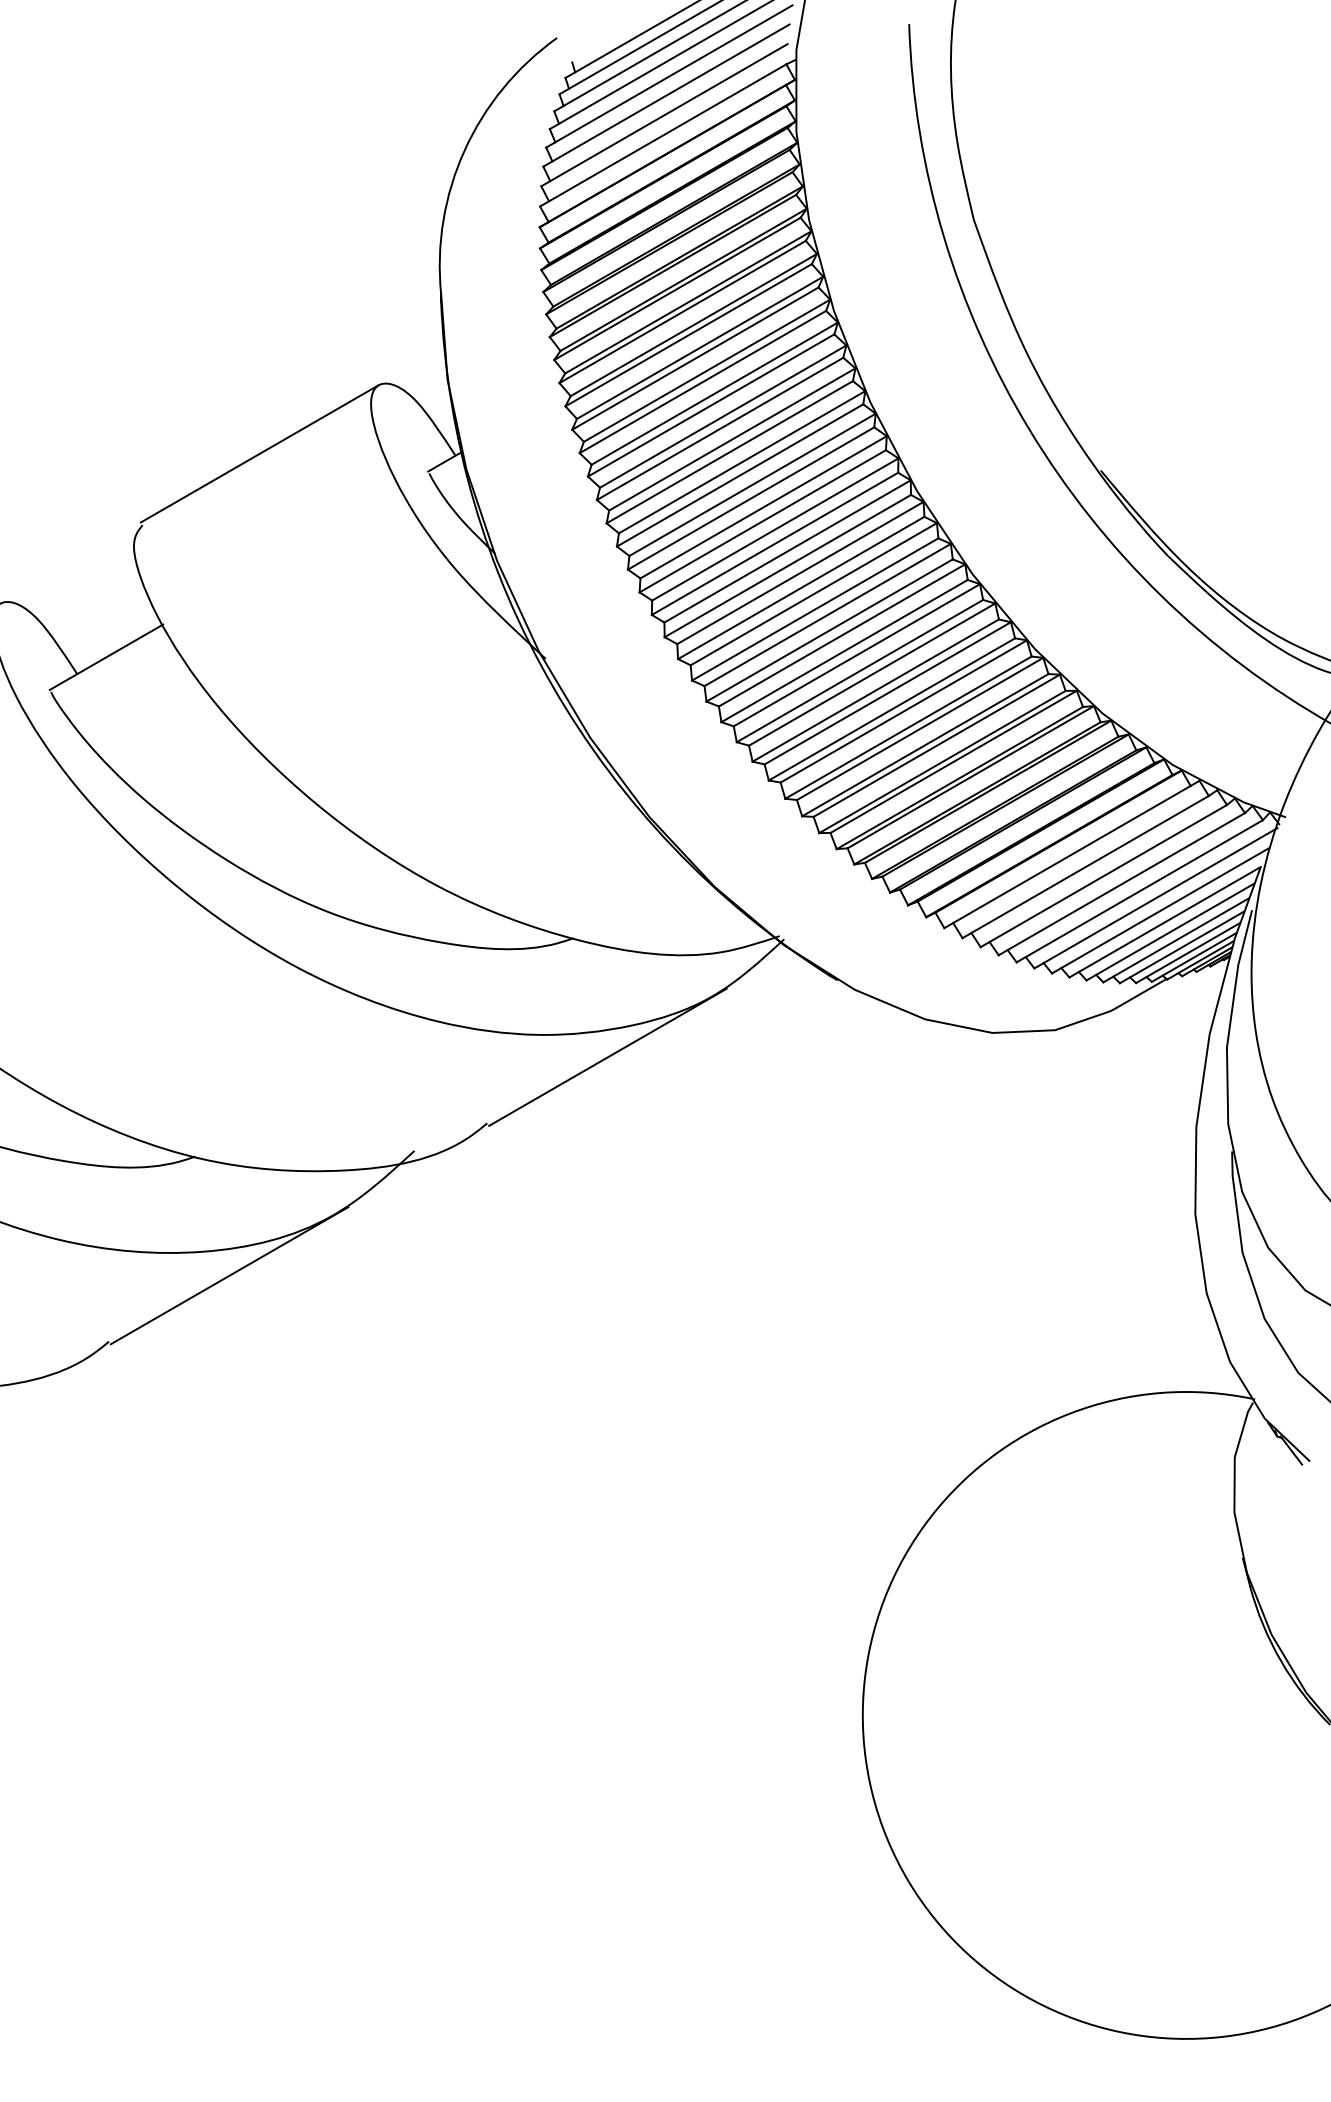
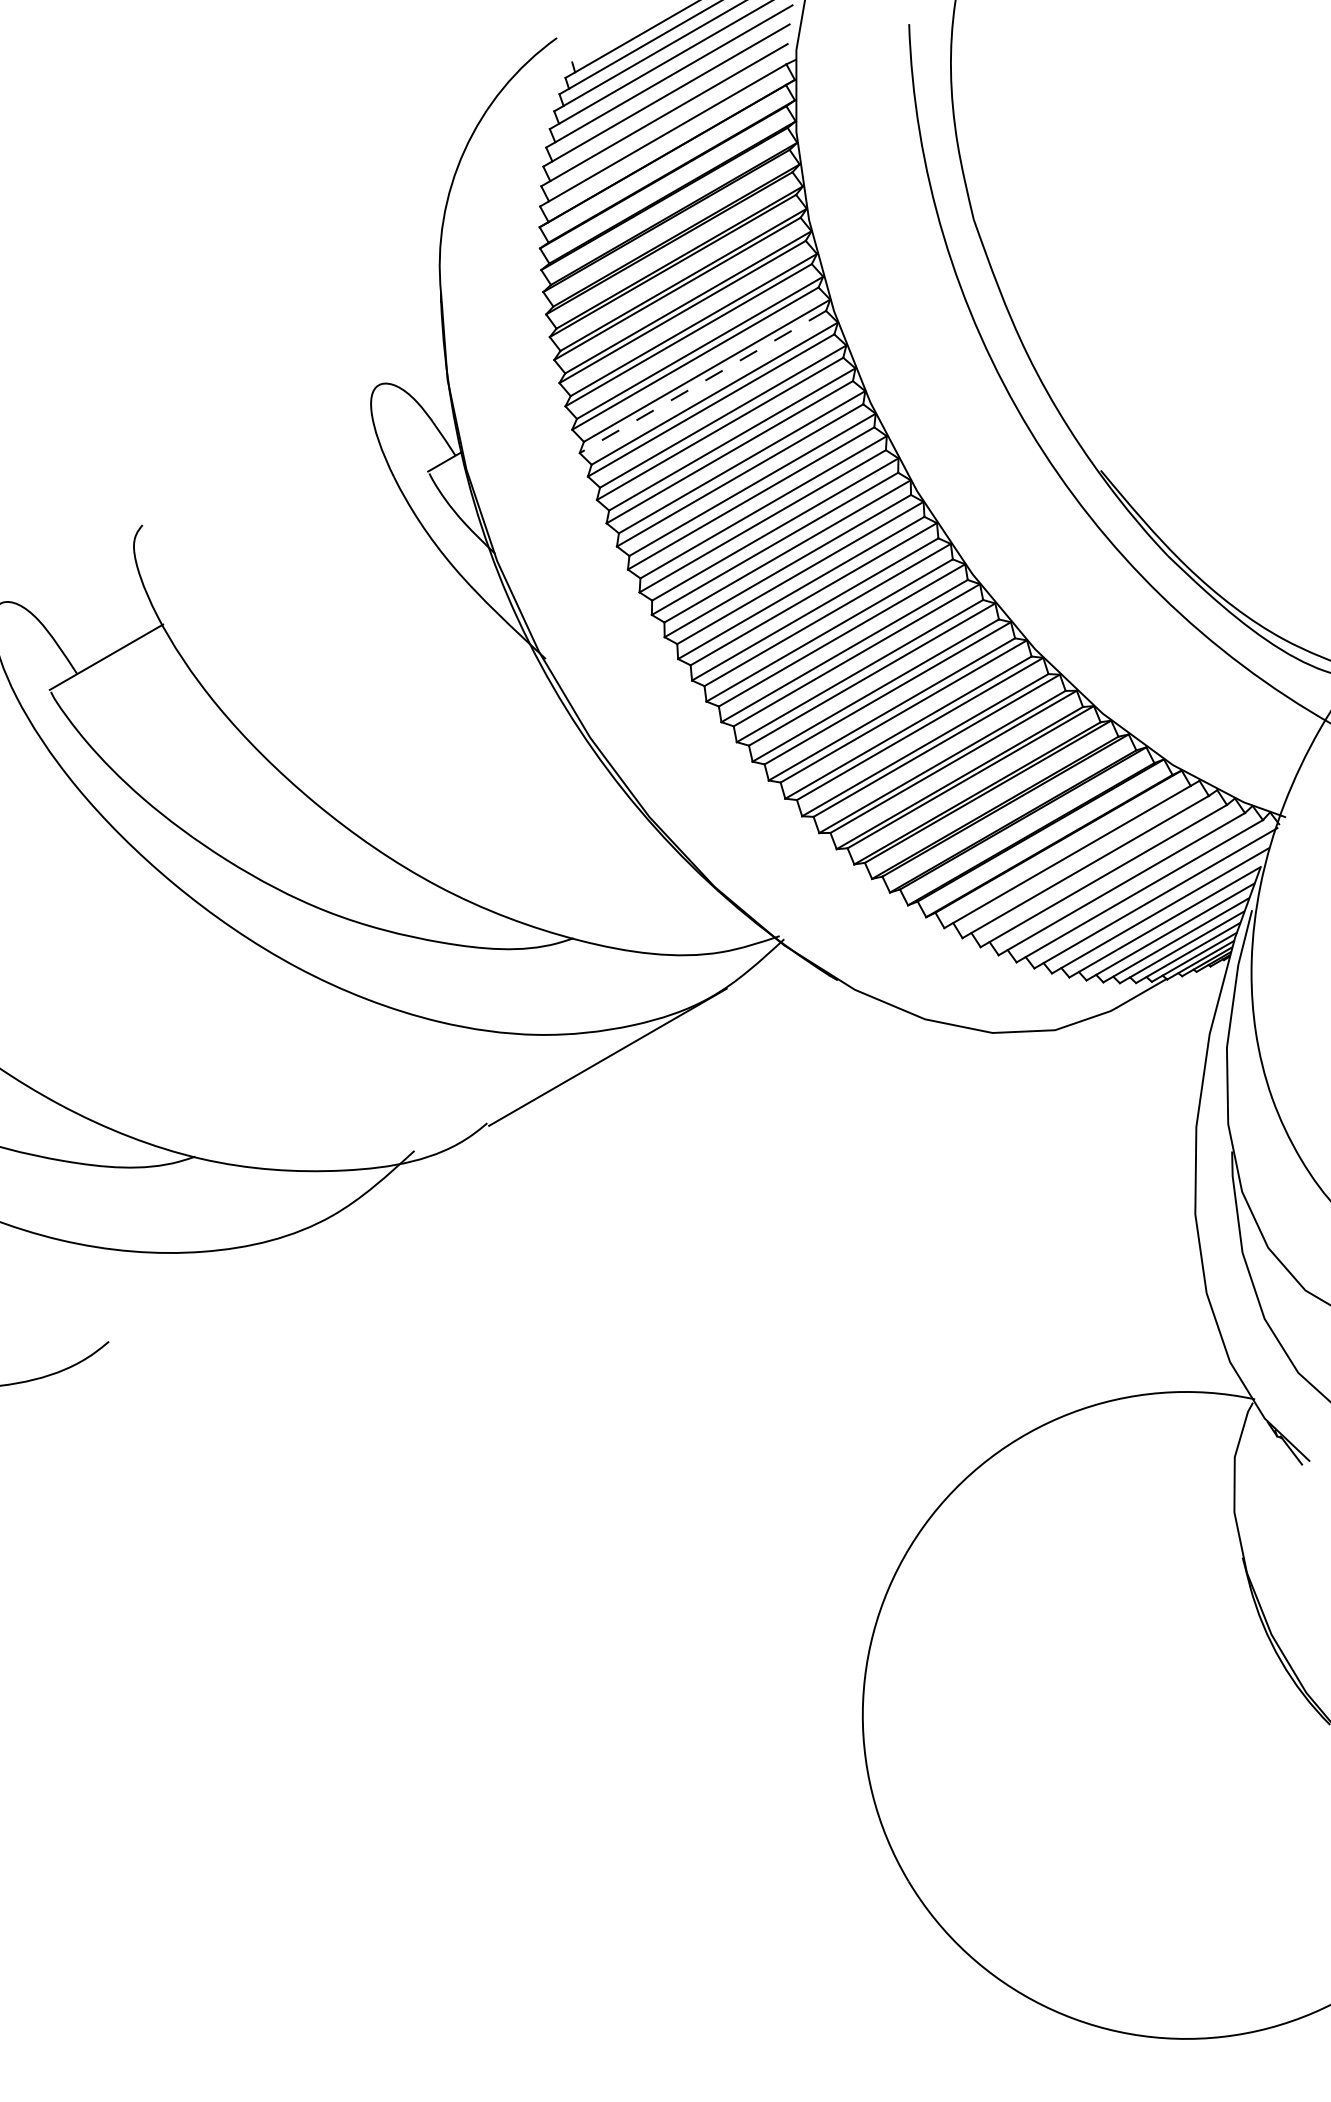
line at (702, 382): solid -> dashed
line at (259, 453): present -> none
line at (229, 1275): present -> none
